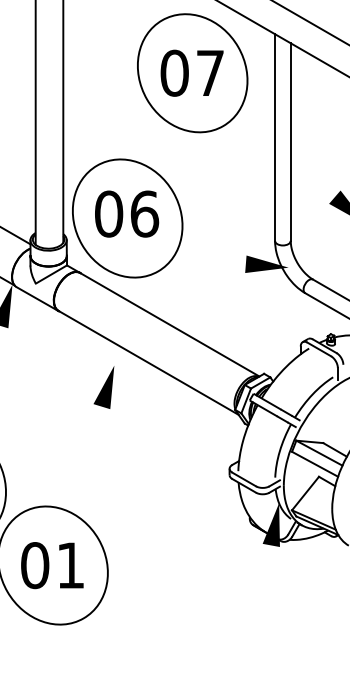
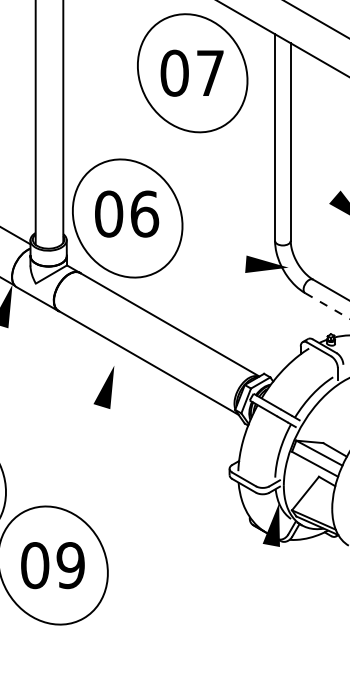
line at (310, 22) position: (310, 22) -> (316, 19)
line at (327, 306): solid -> dashed
text at (70, 565): 01 -> 09
